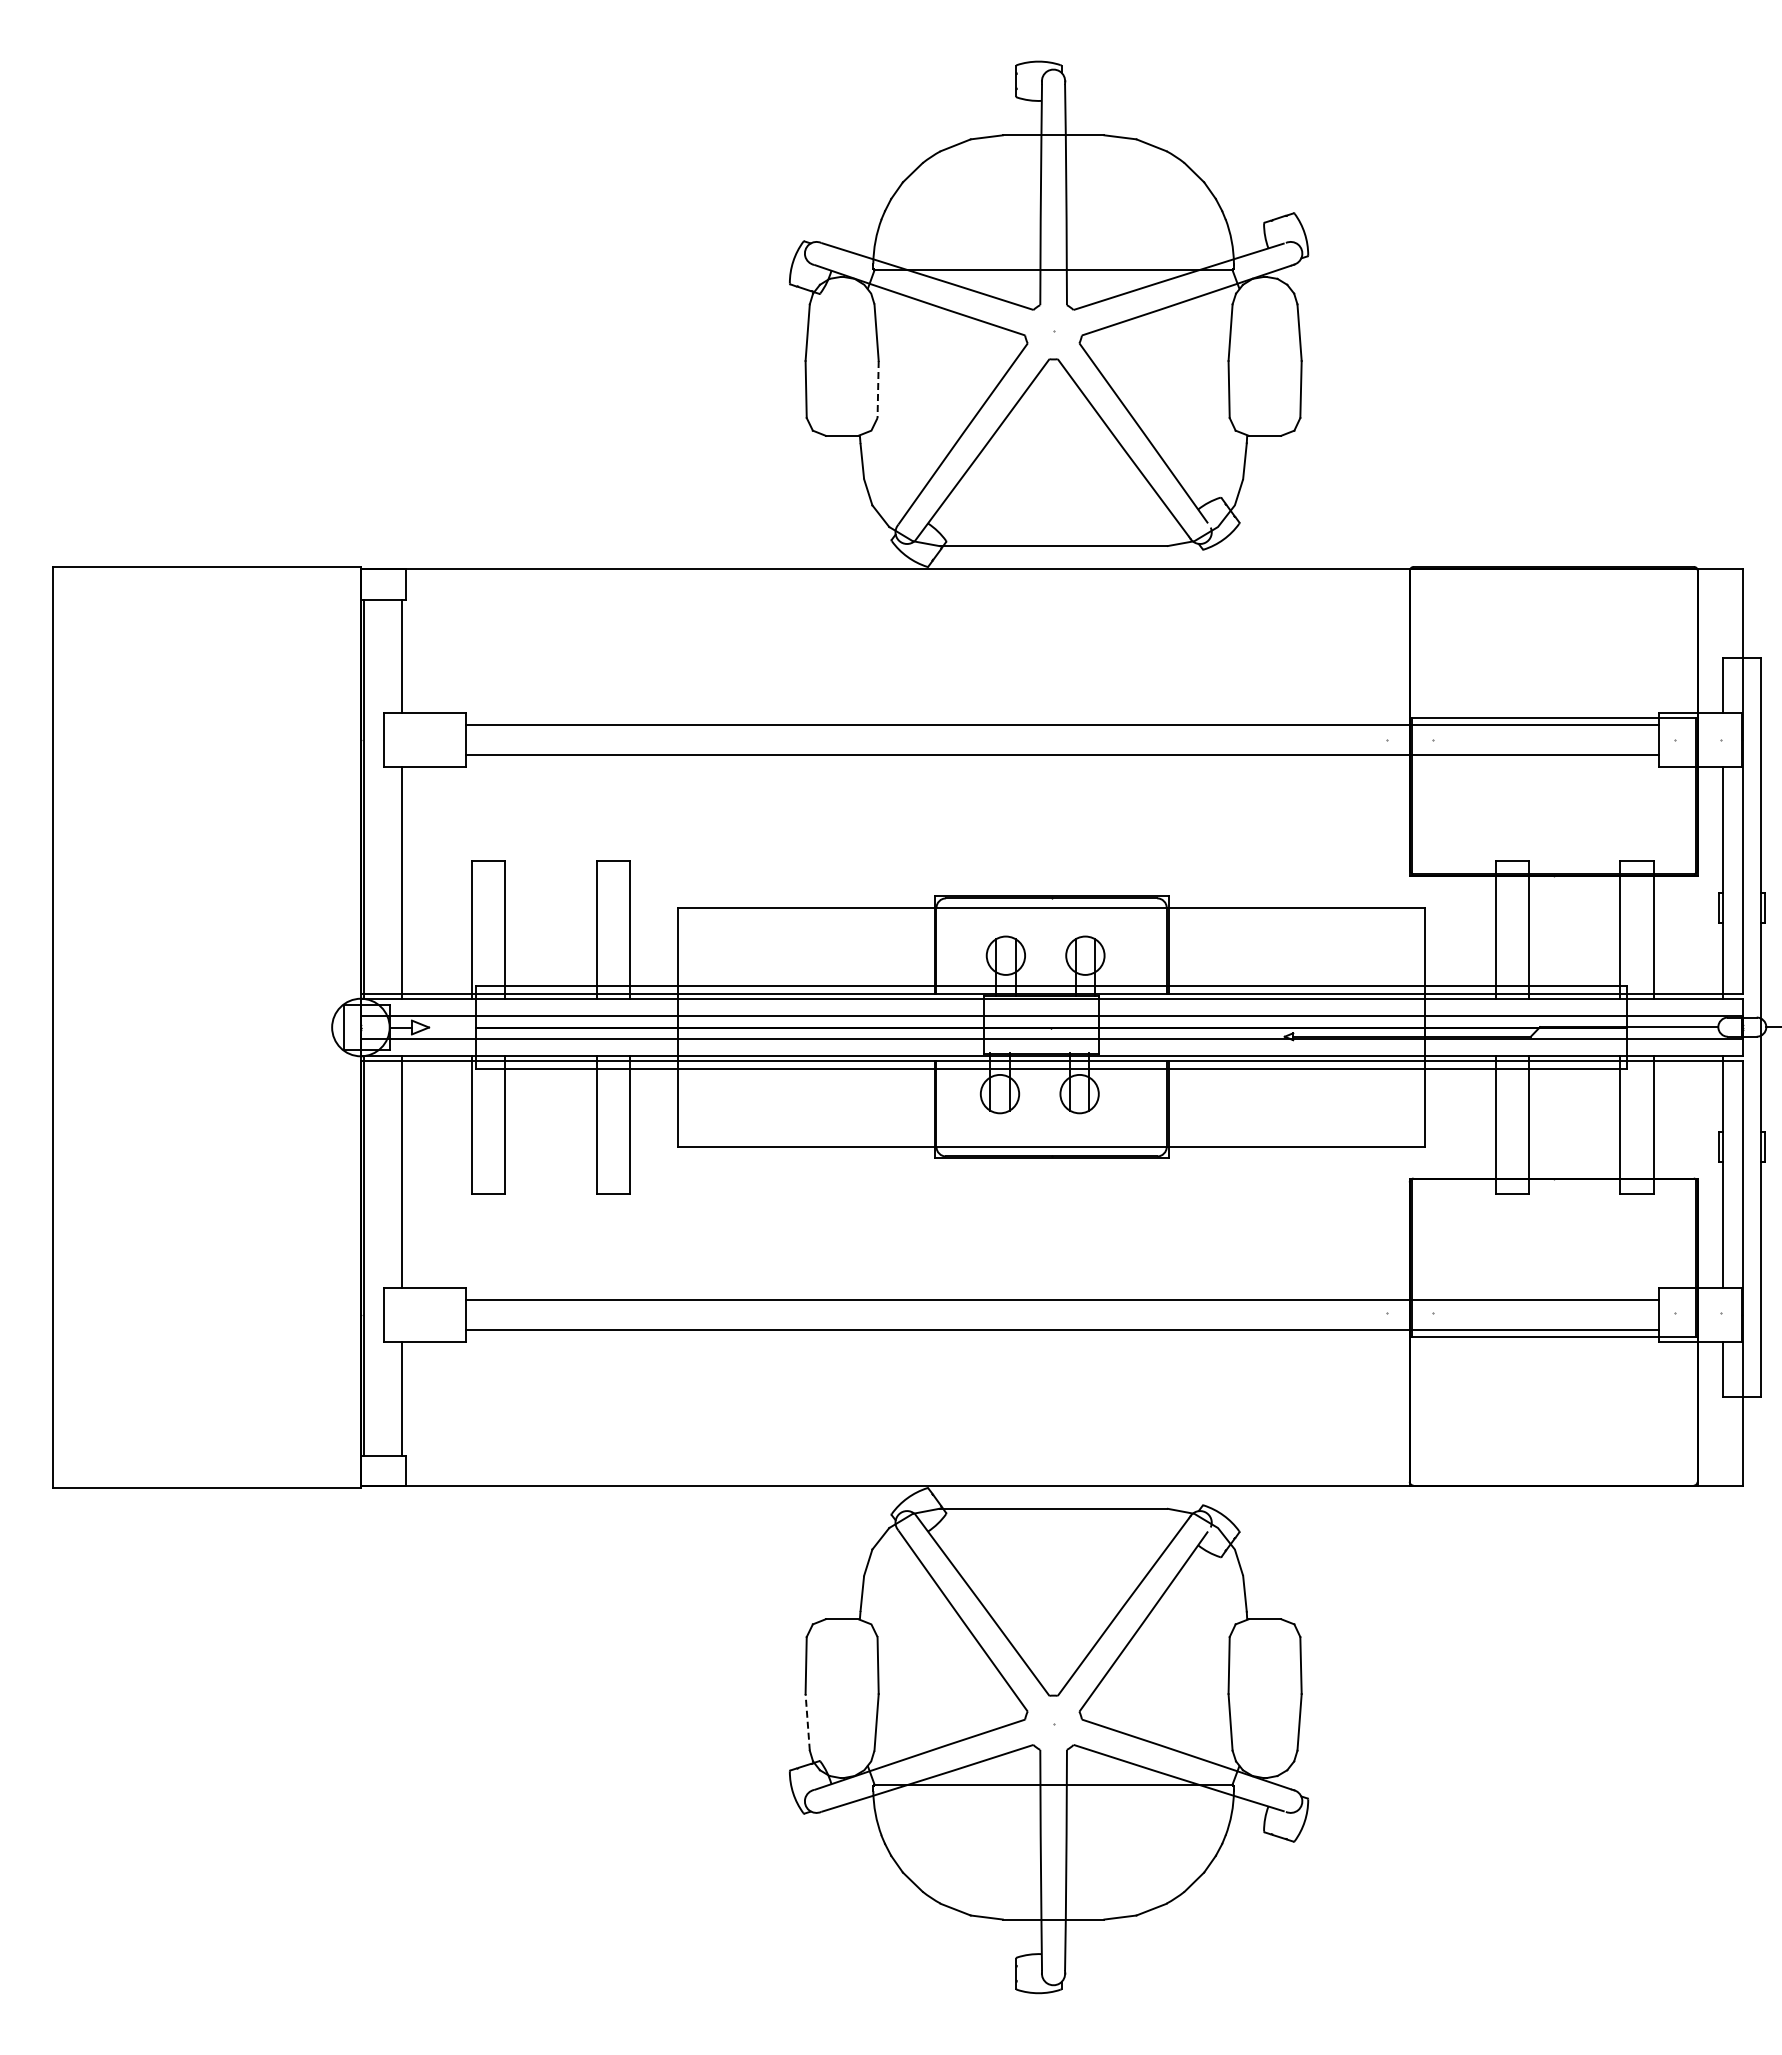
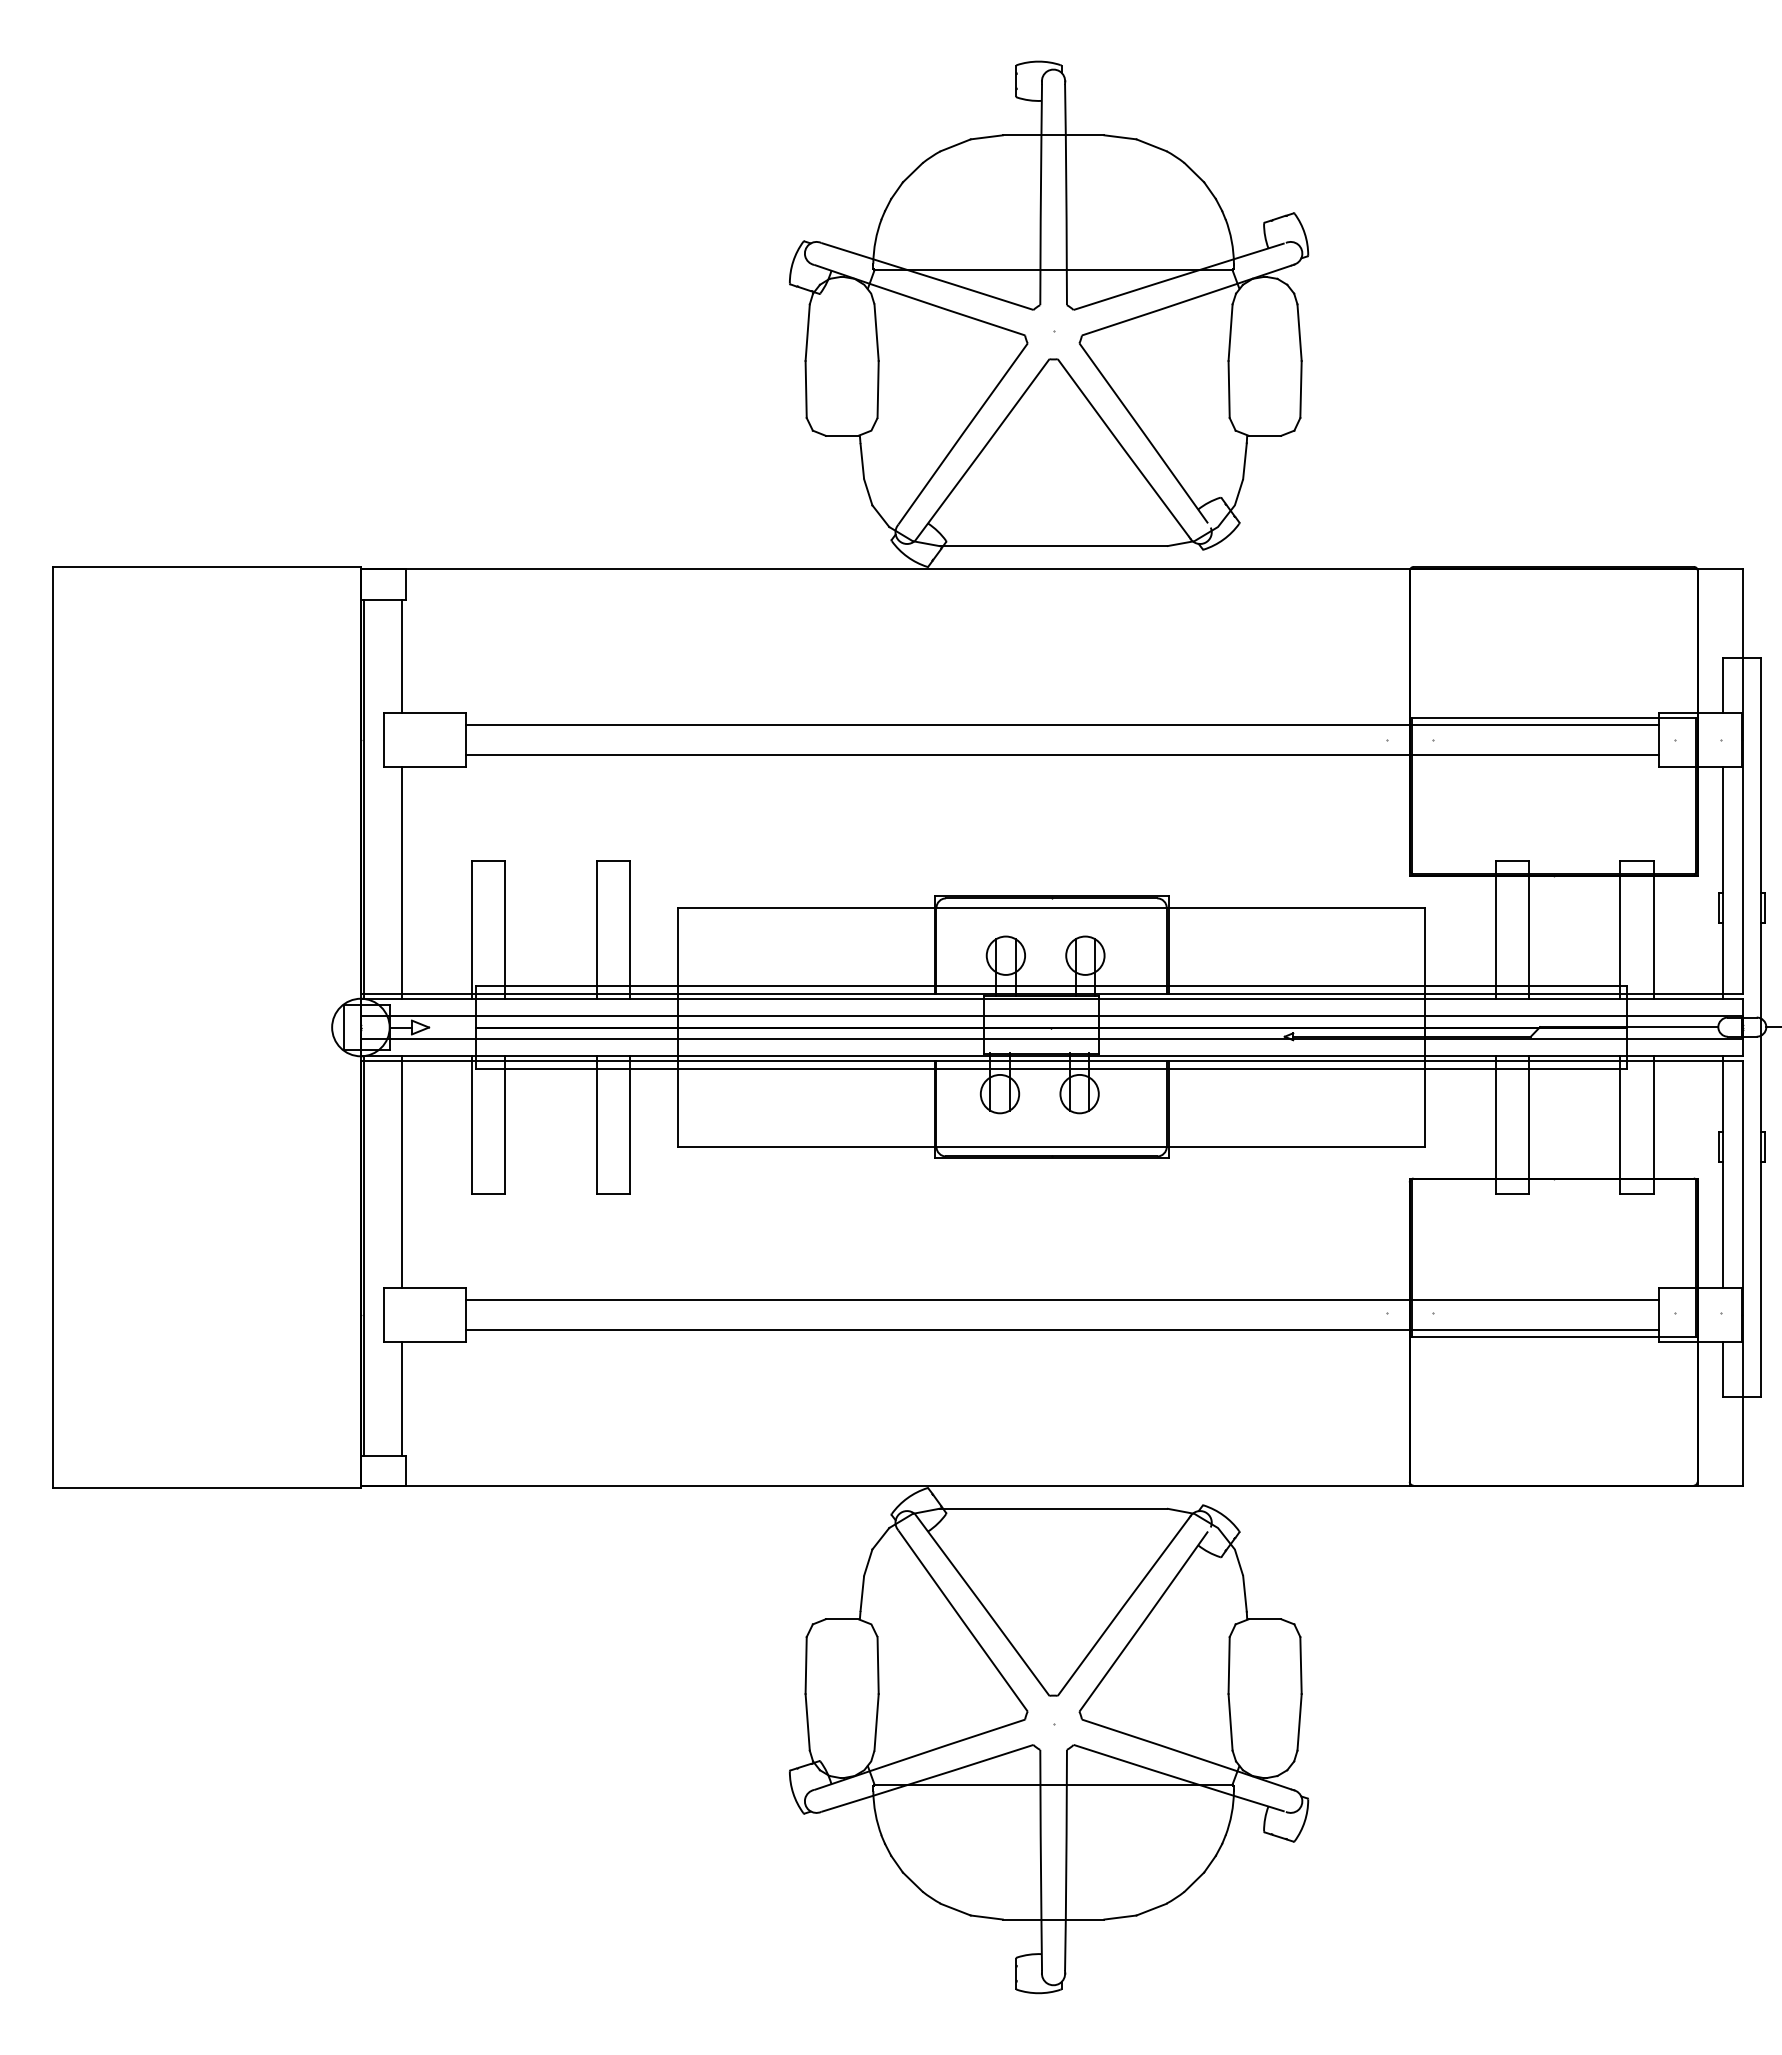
line at (878, 389): dashed -> solid
line at (807, 1721): dashed -> solid
